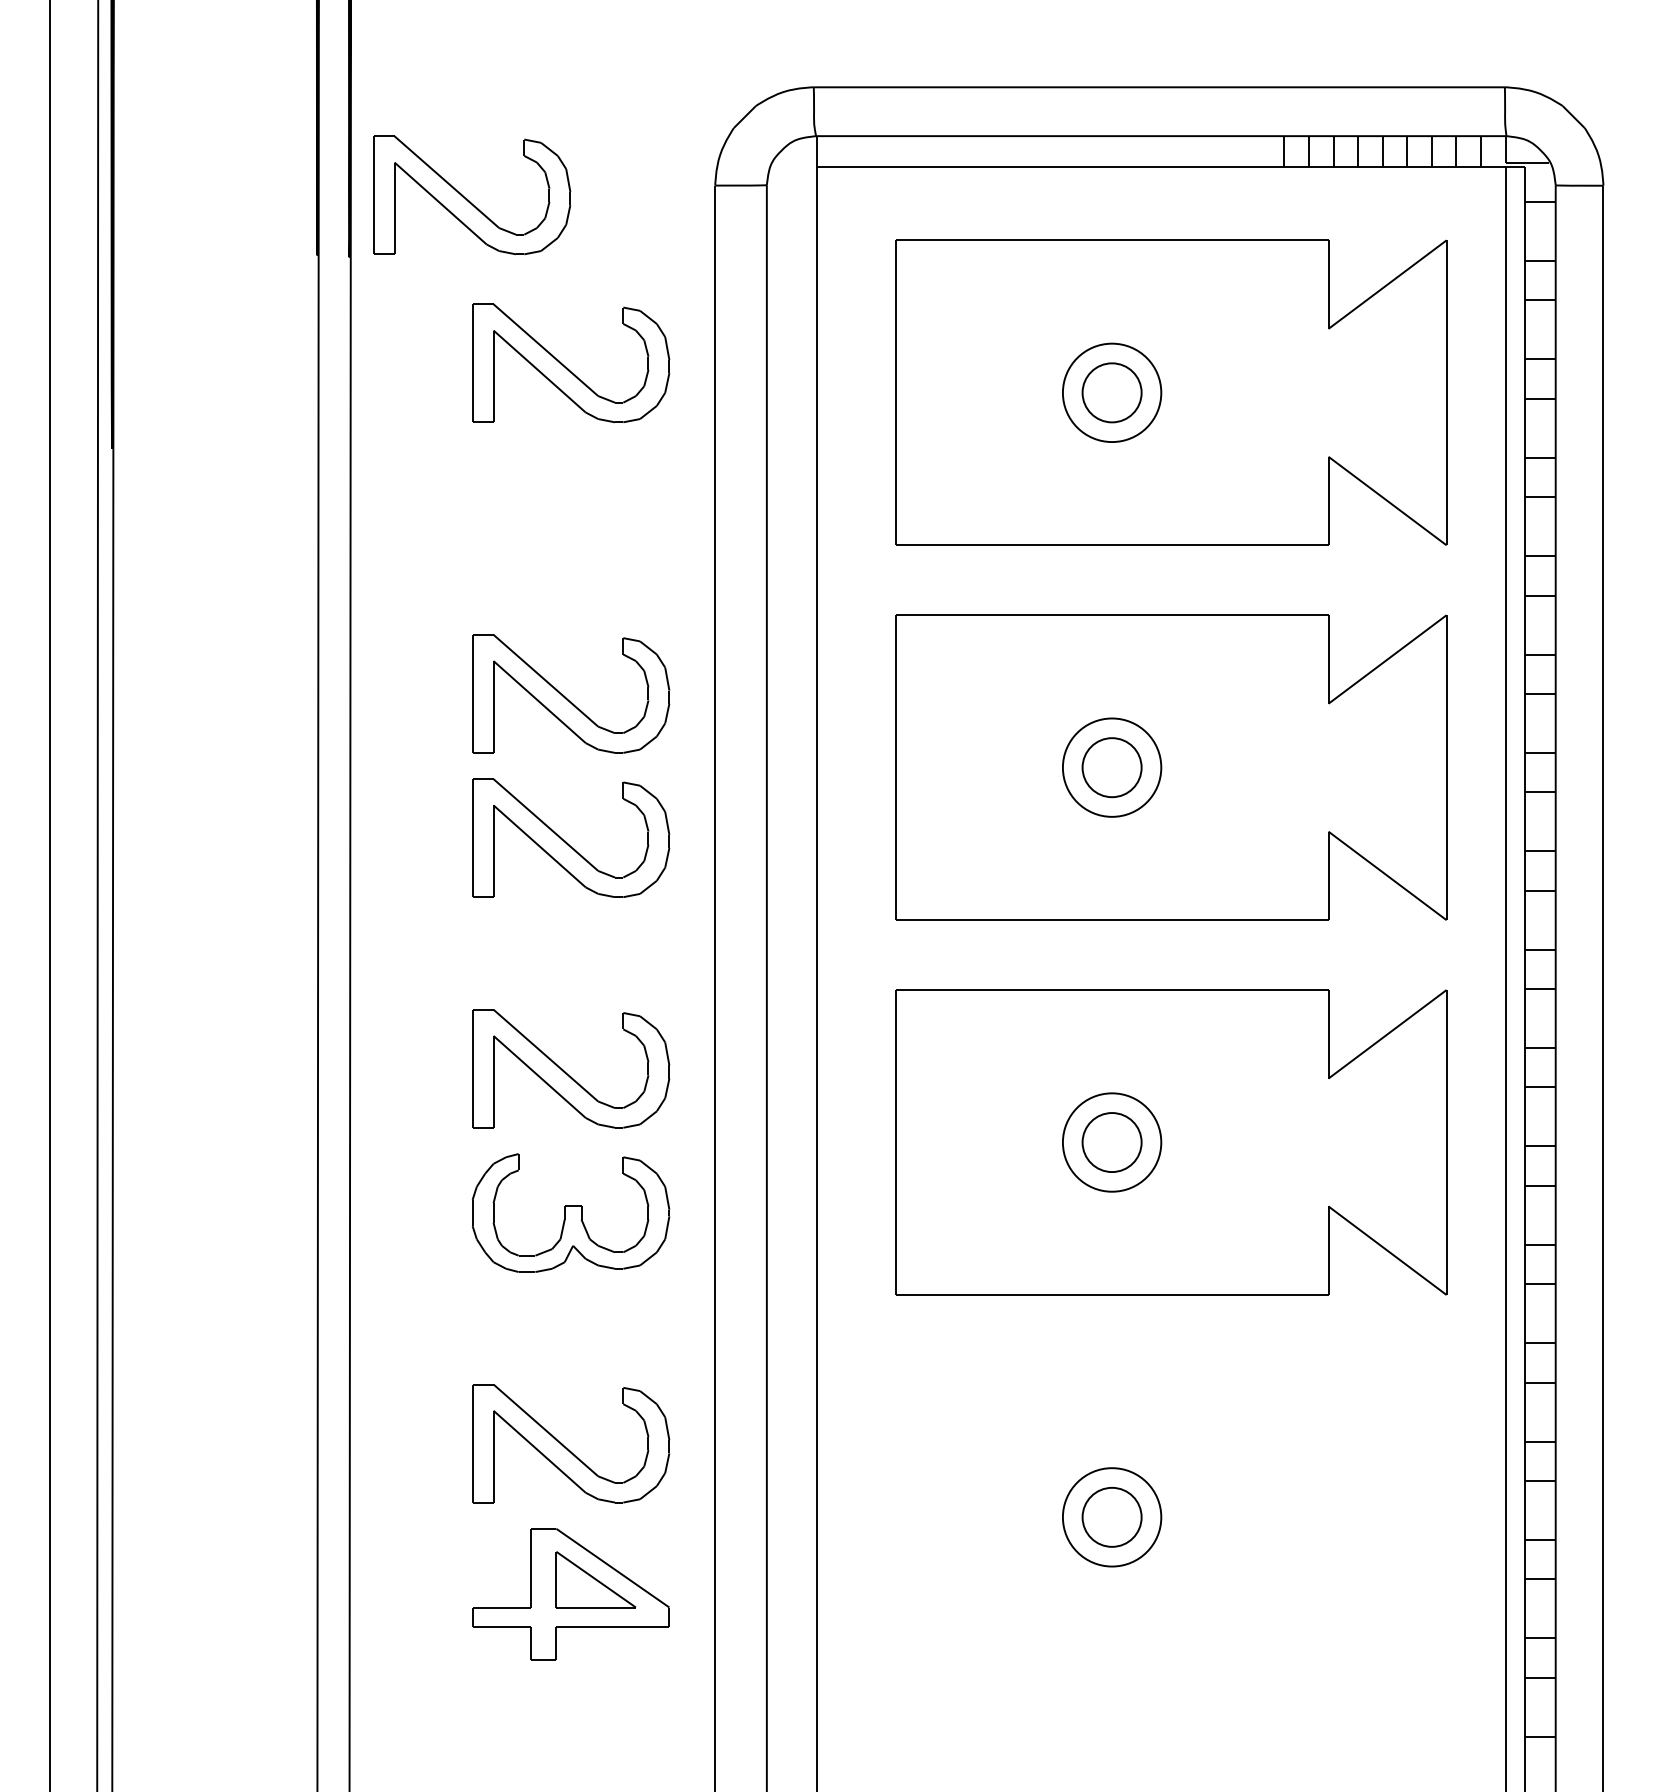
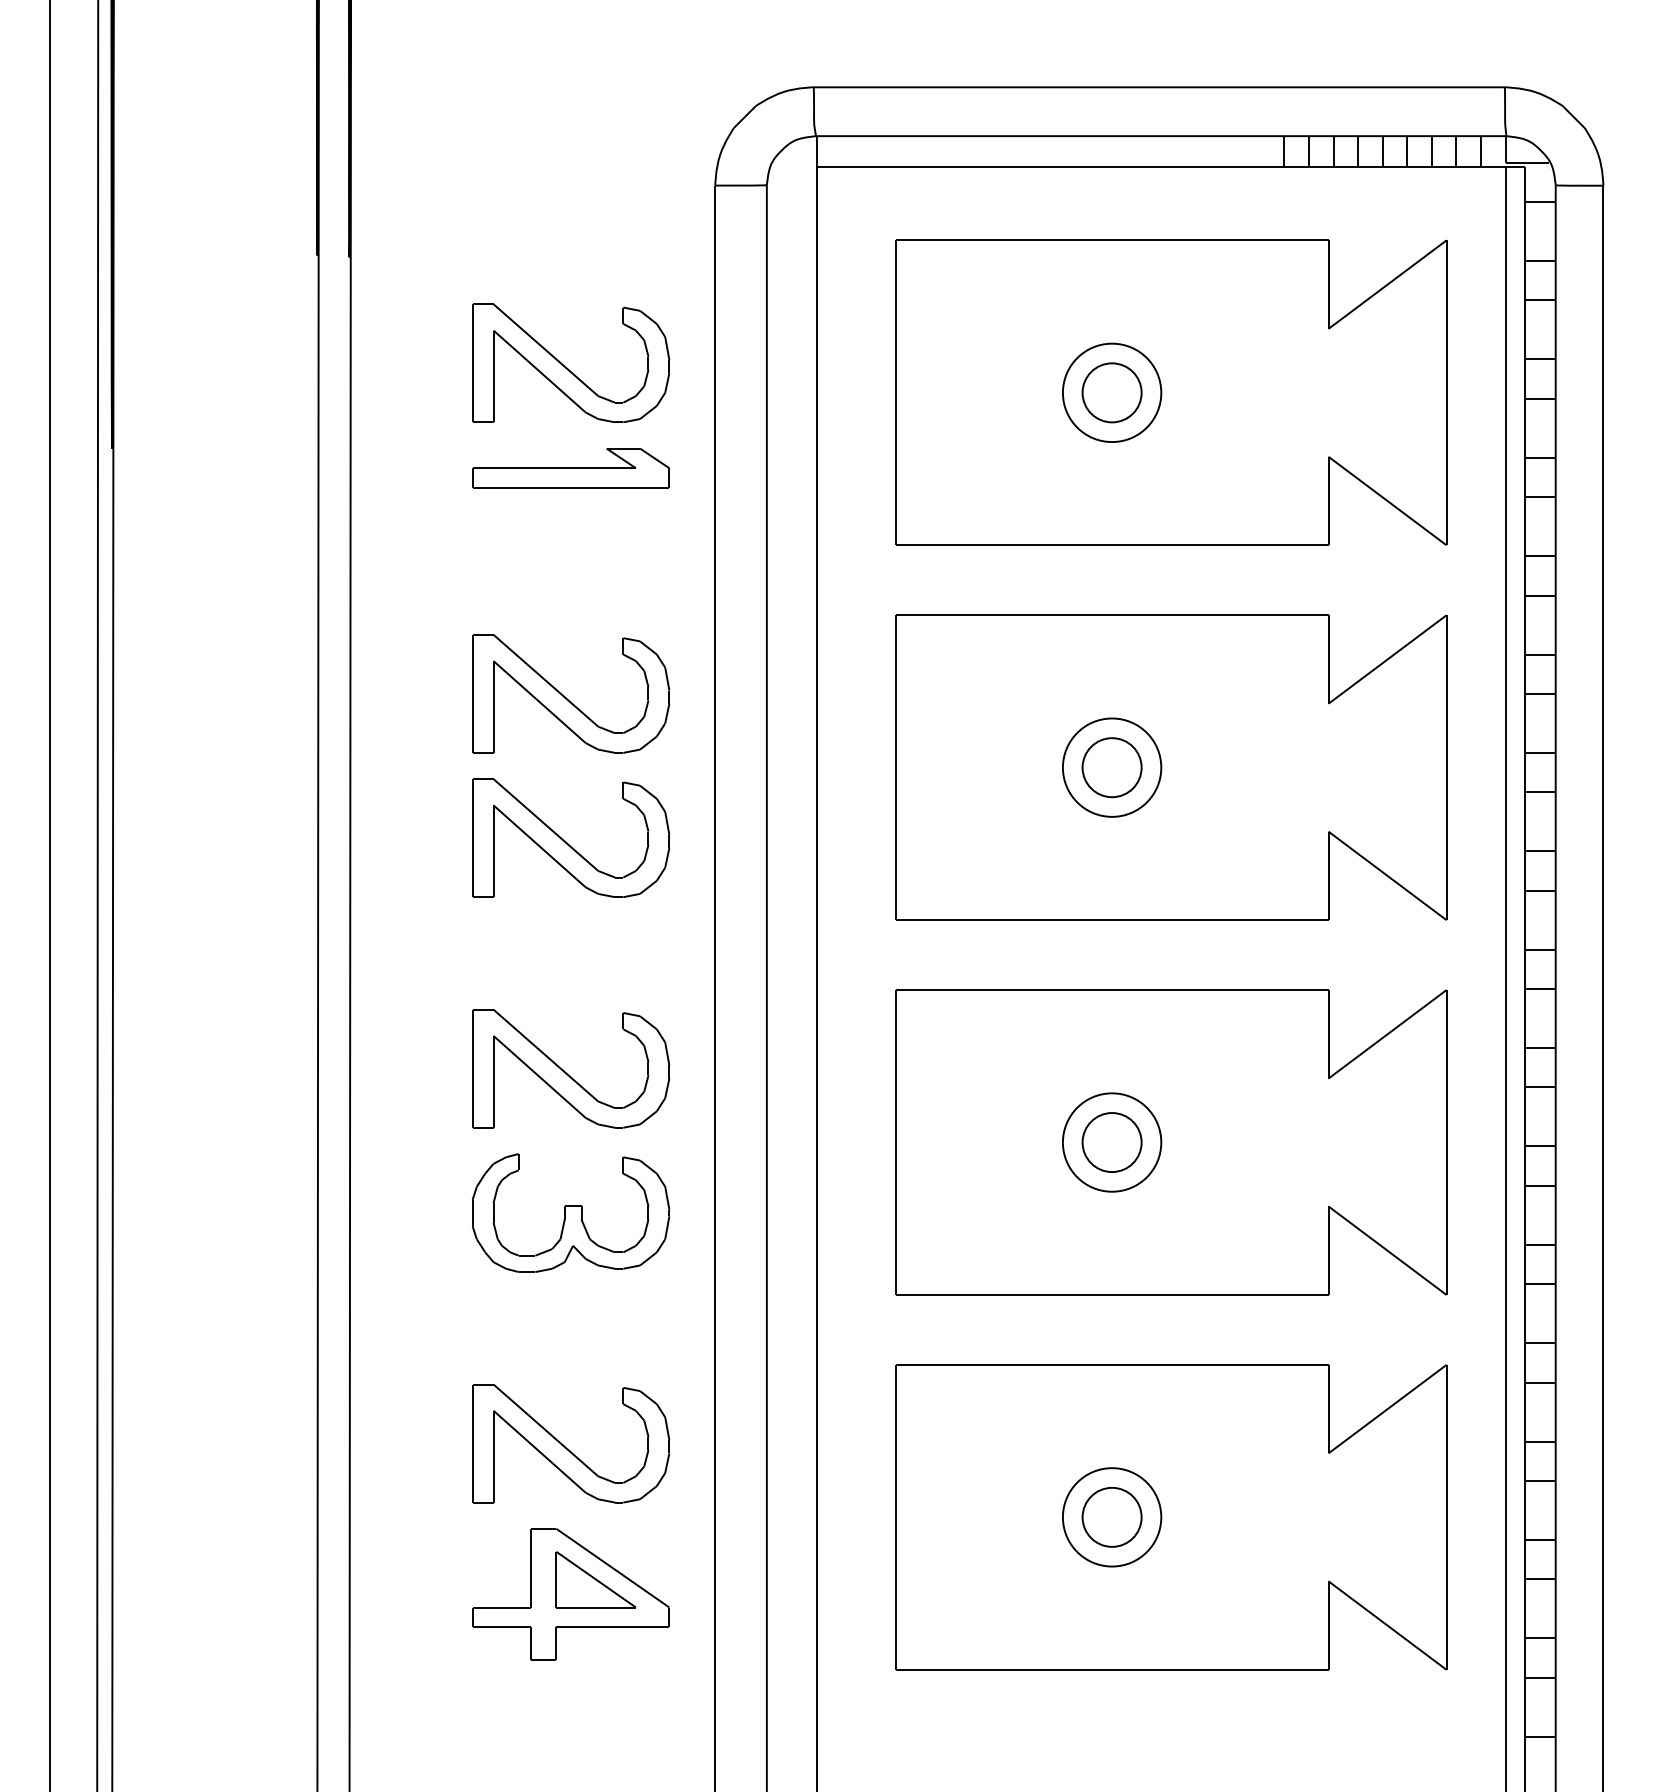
part at (472, 195): present -> none
part at (570, 468): none -> present
part at (1171, 1517): none -> present
